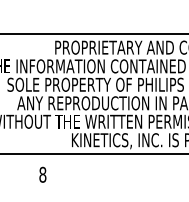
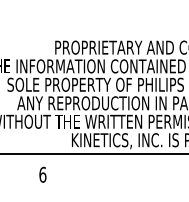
line at (93, 33): present -> none
text at (42, 174): 8 -> 6
